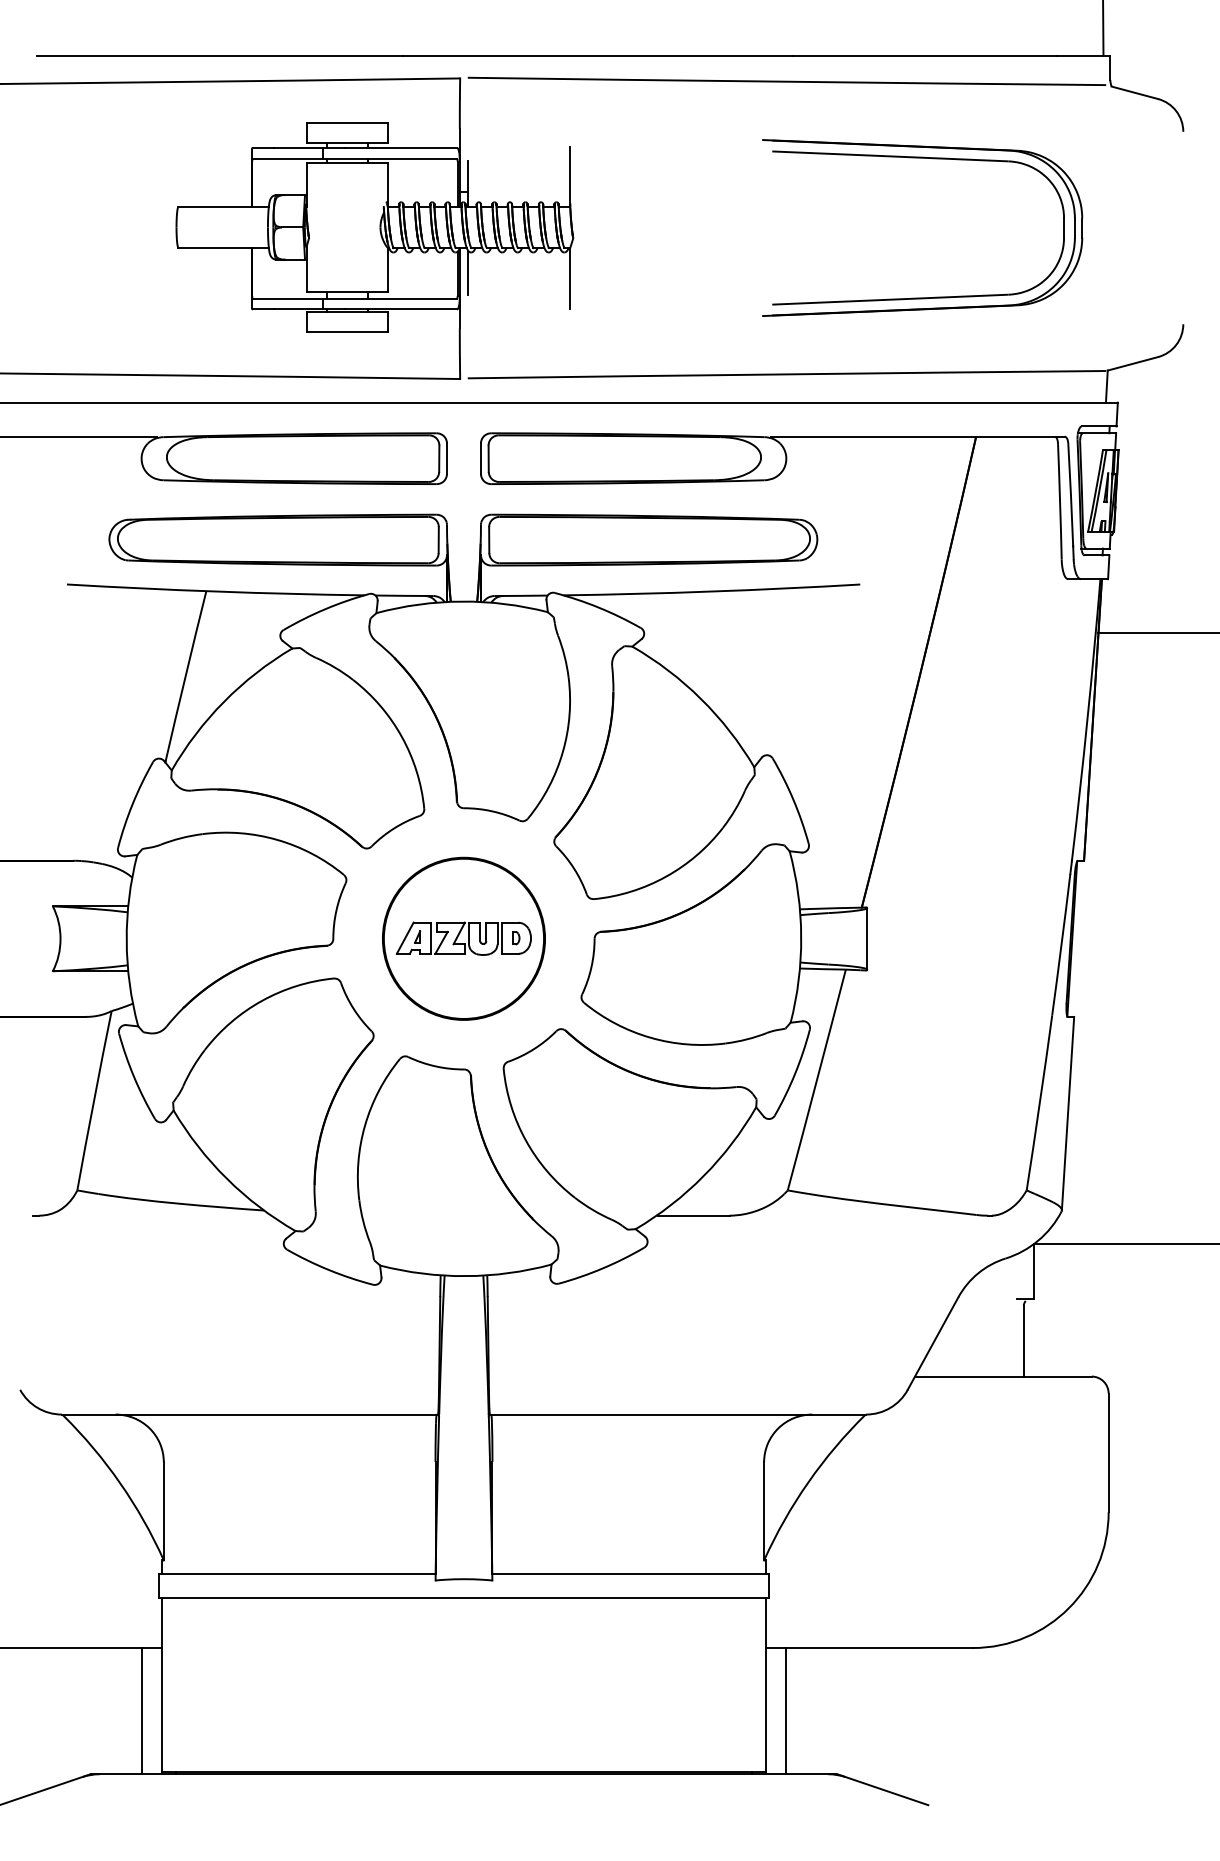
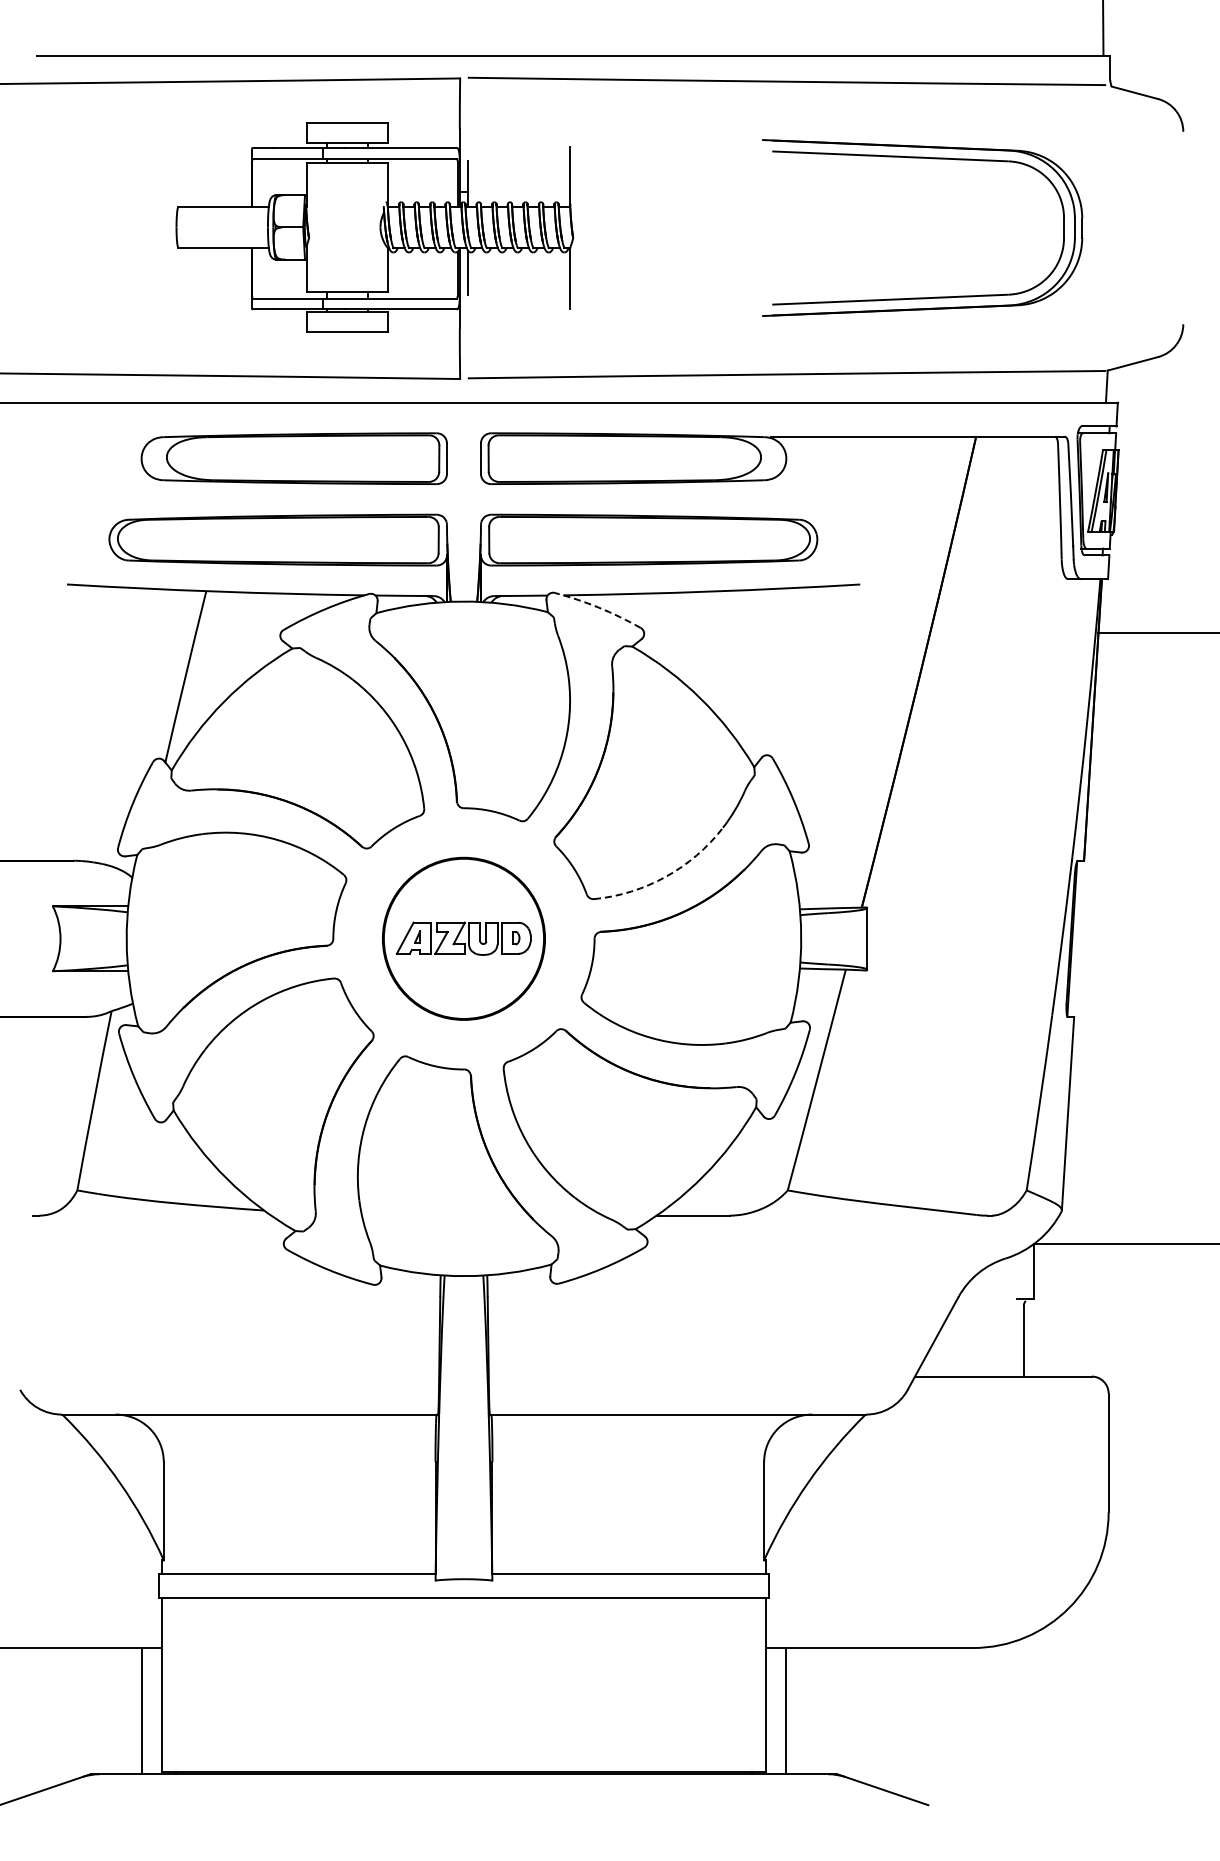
line at (79, 436): present -> none
arc at (598, 607): solid -> dashed
arc at (665, 876): solid -> dashed
